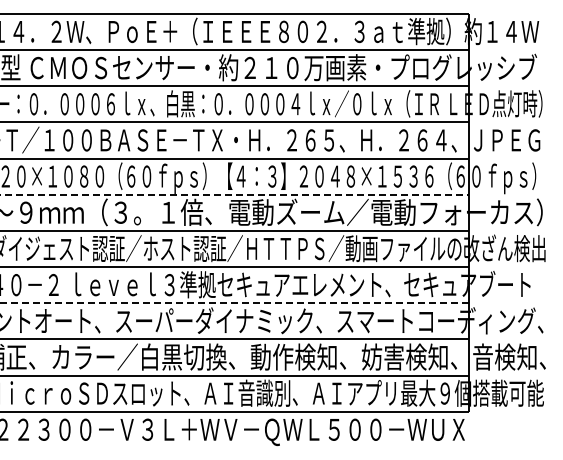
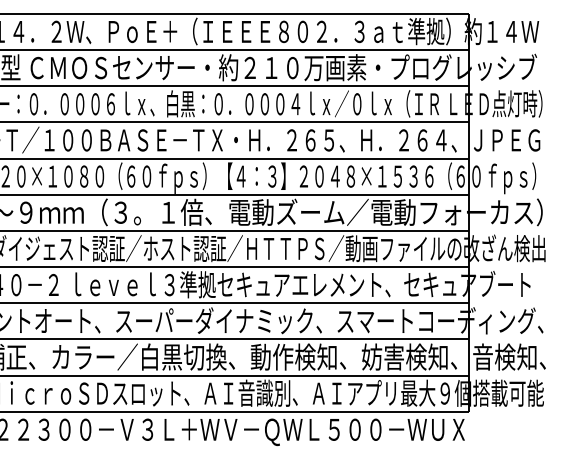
line at (235, 194): dashed -> solid
line at (234, 303): dashed -> solid
